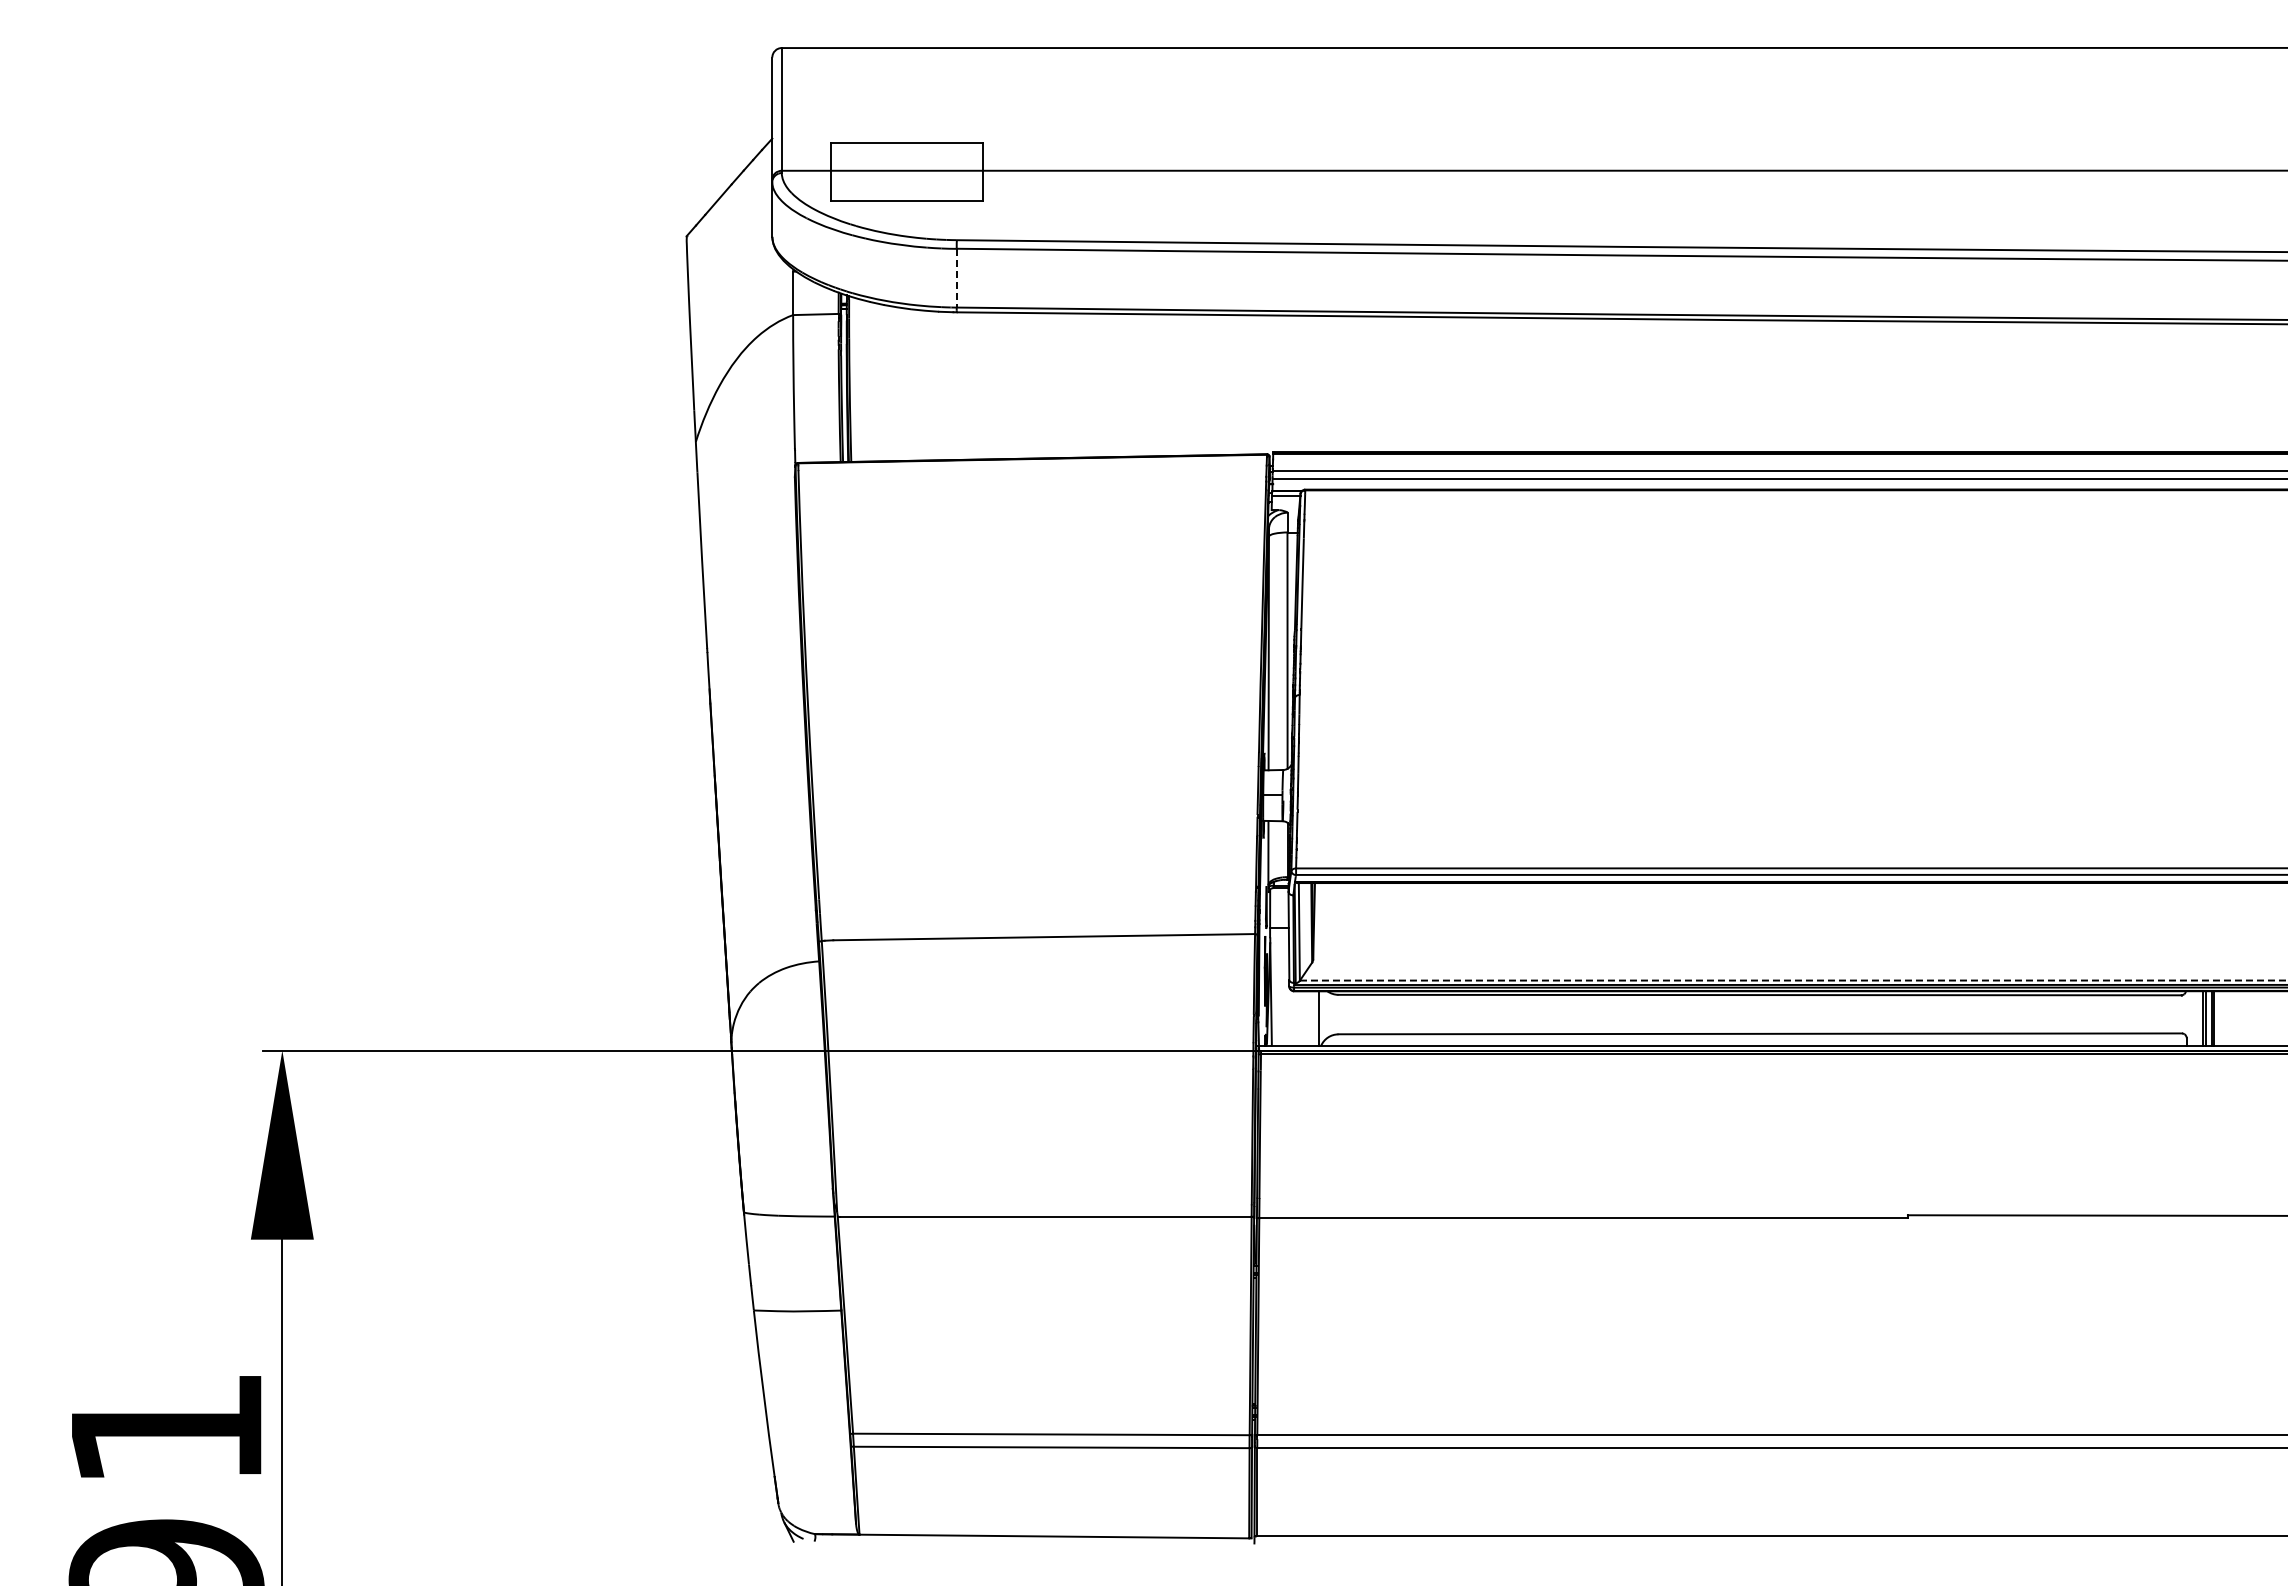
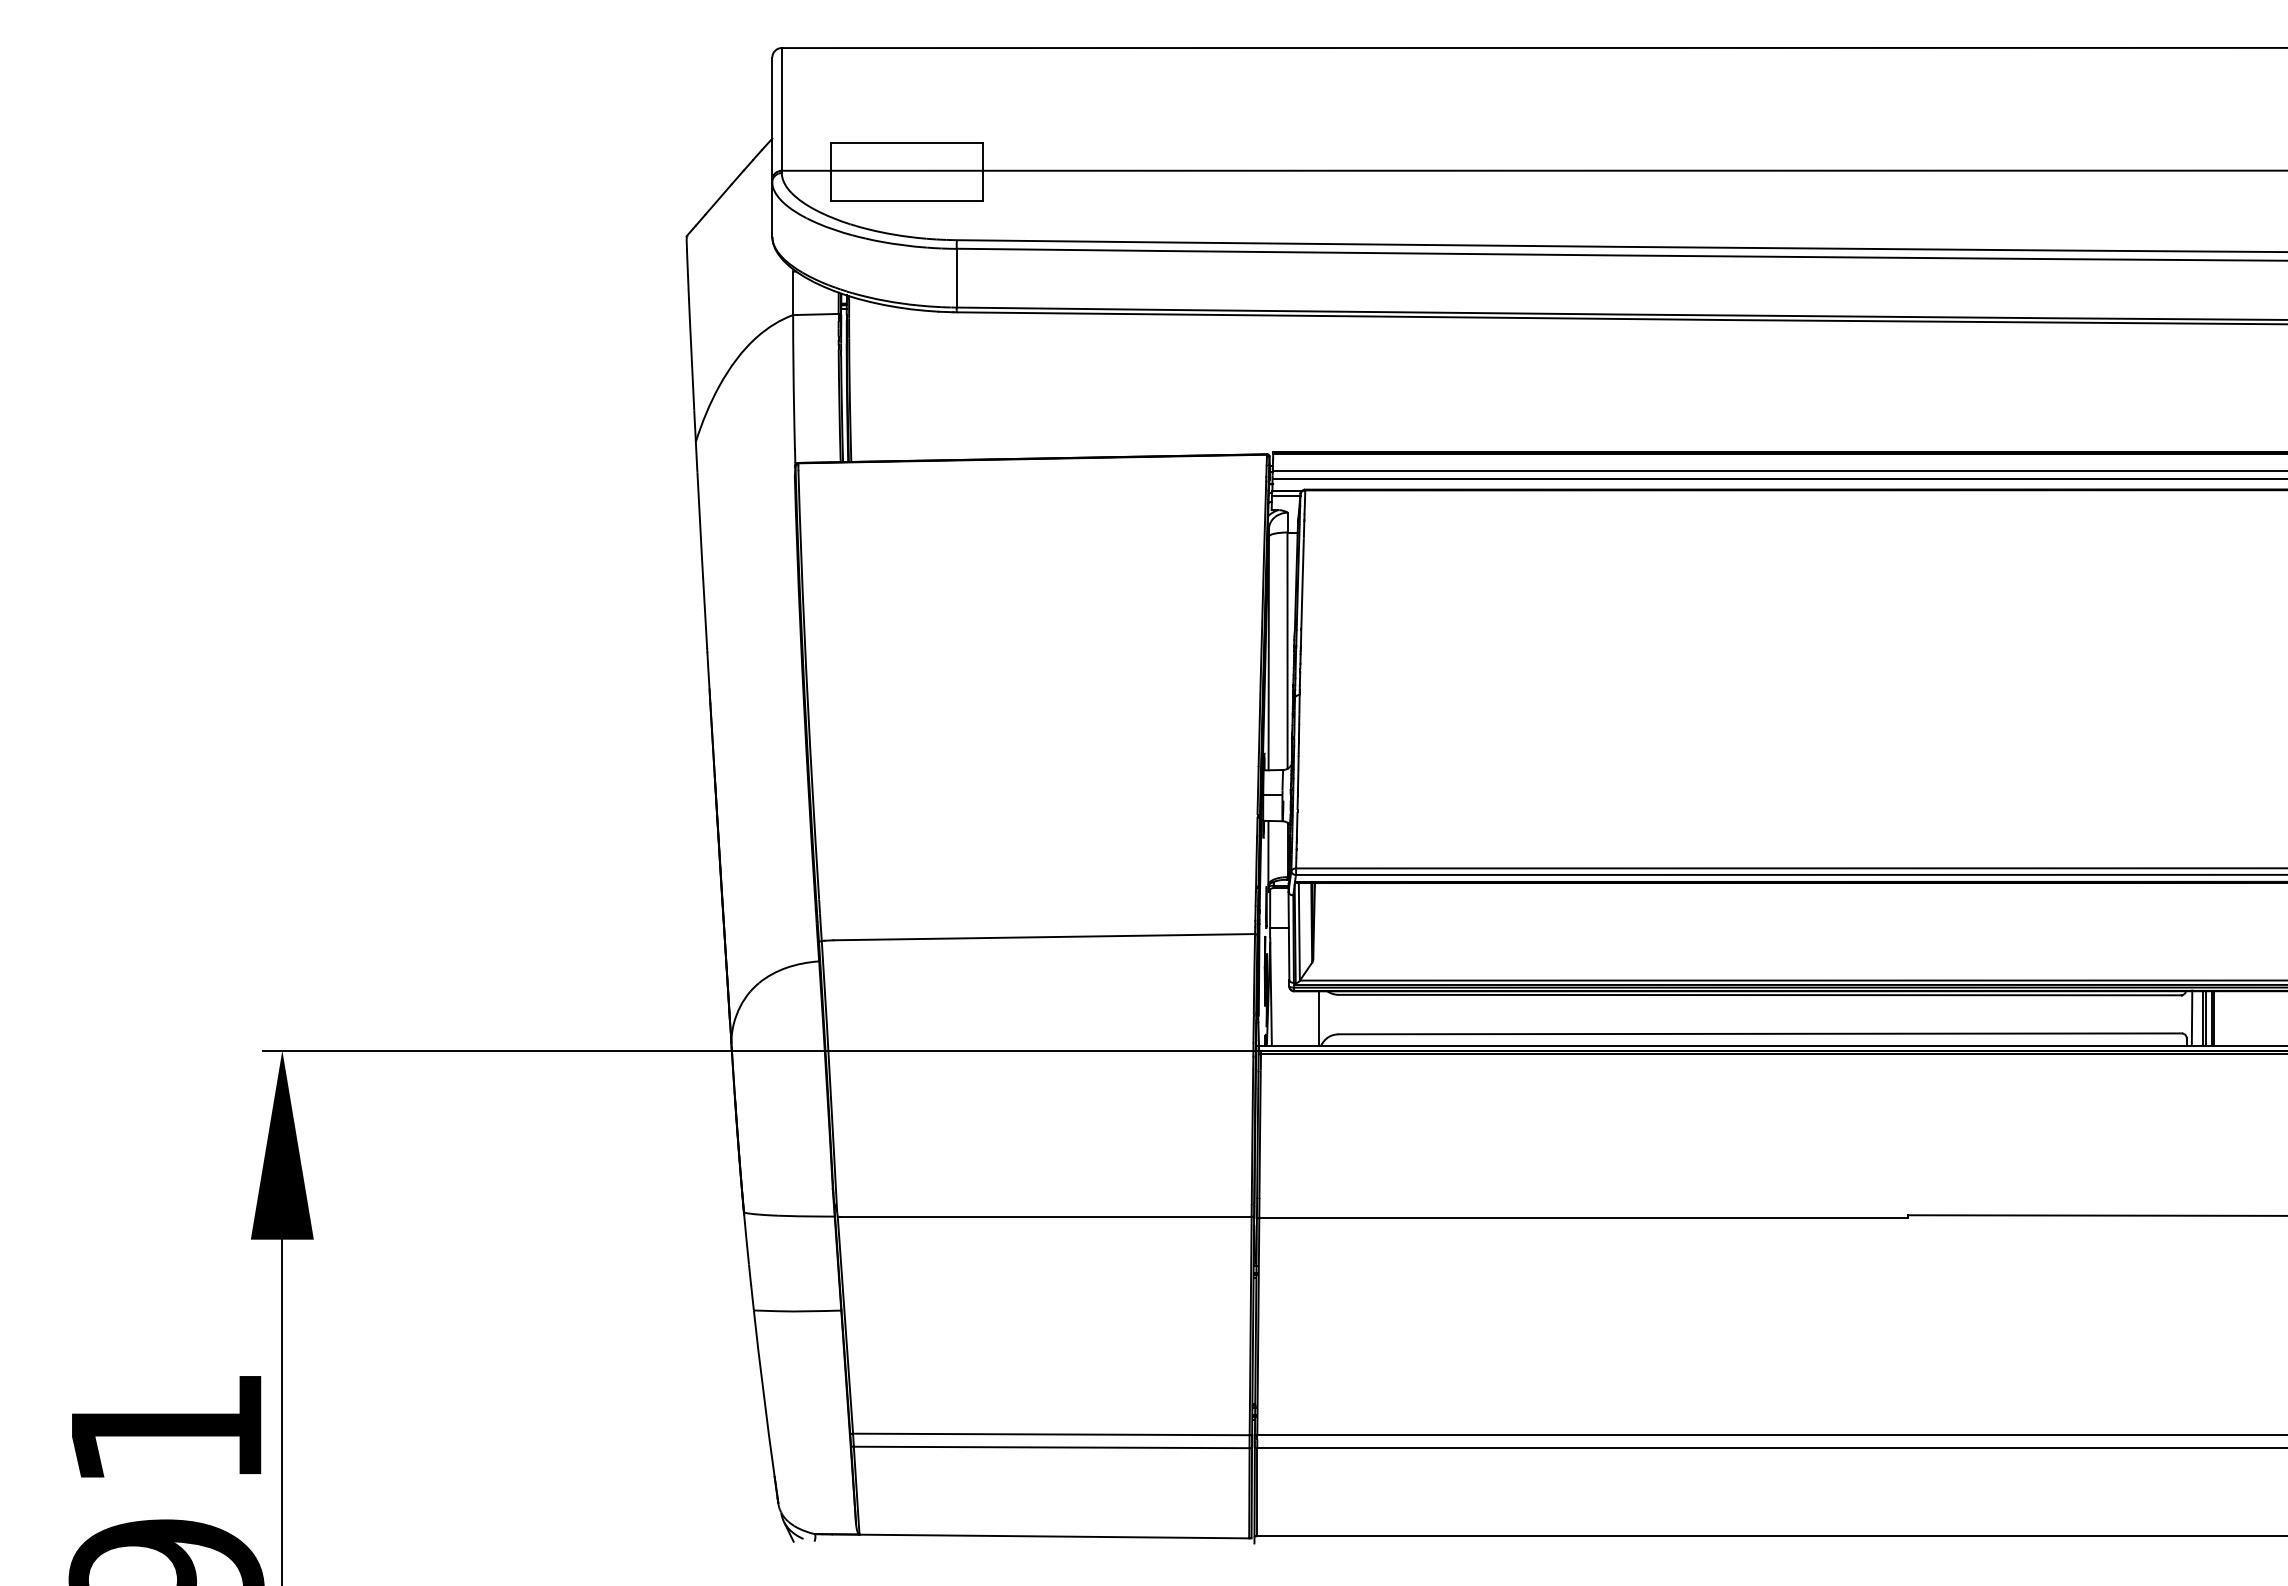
line at (956, 278): dashed -> solid
line at (1793, 980): dashed -> solid
line at (2191, 1017): none -> present
